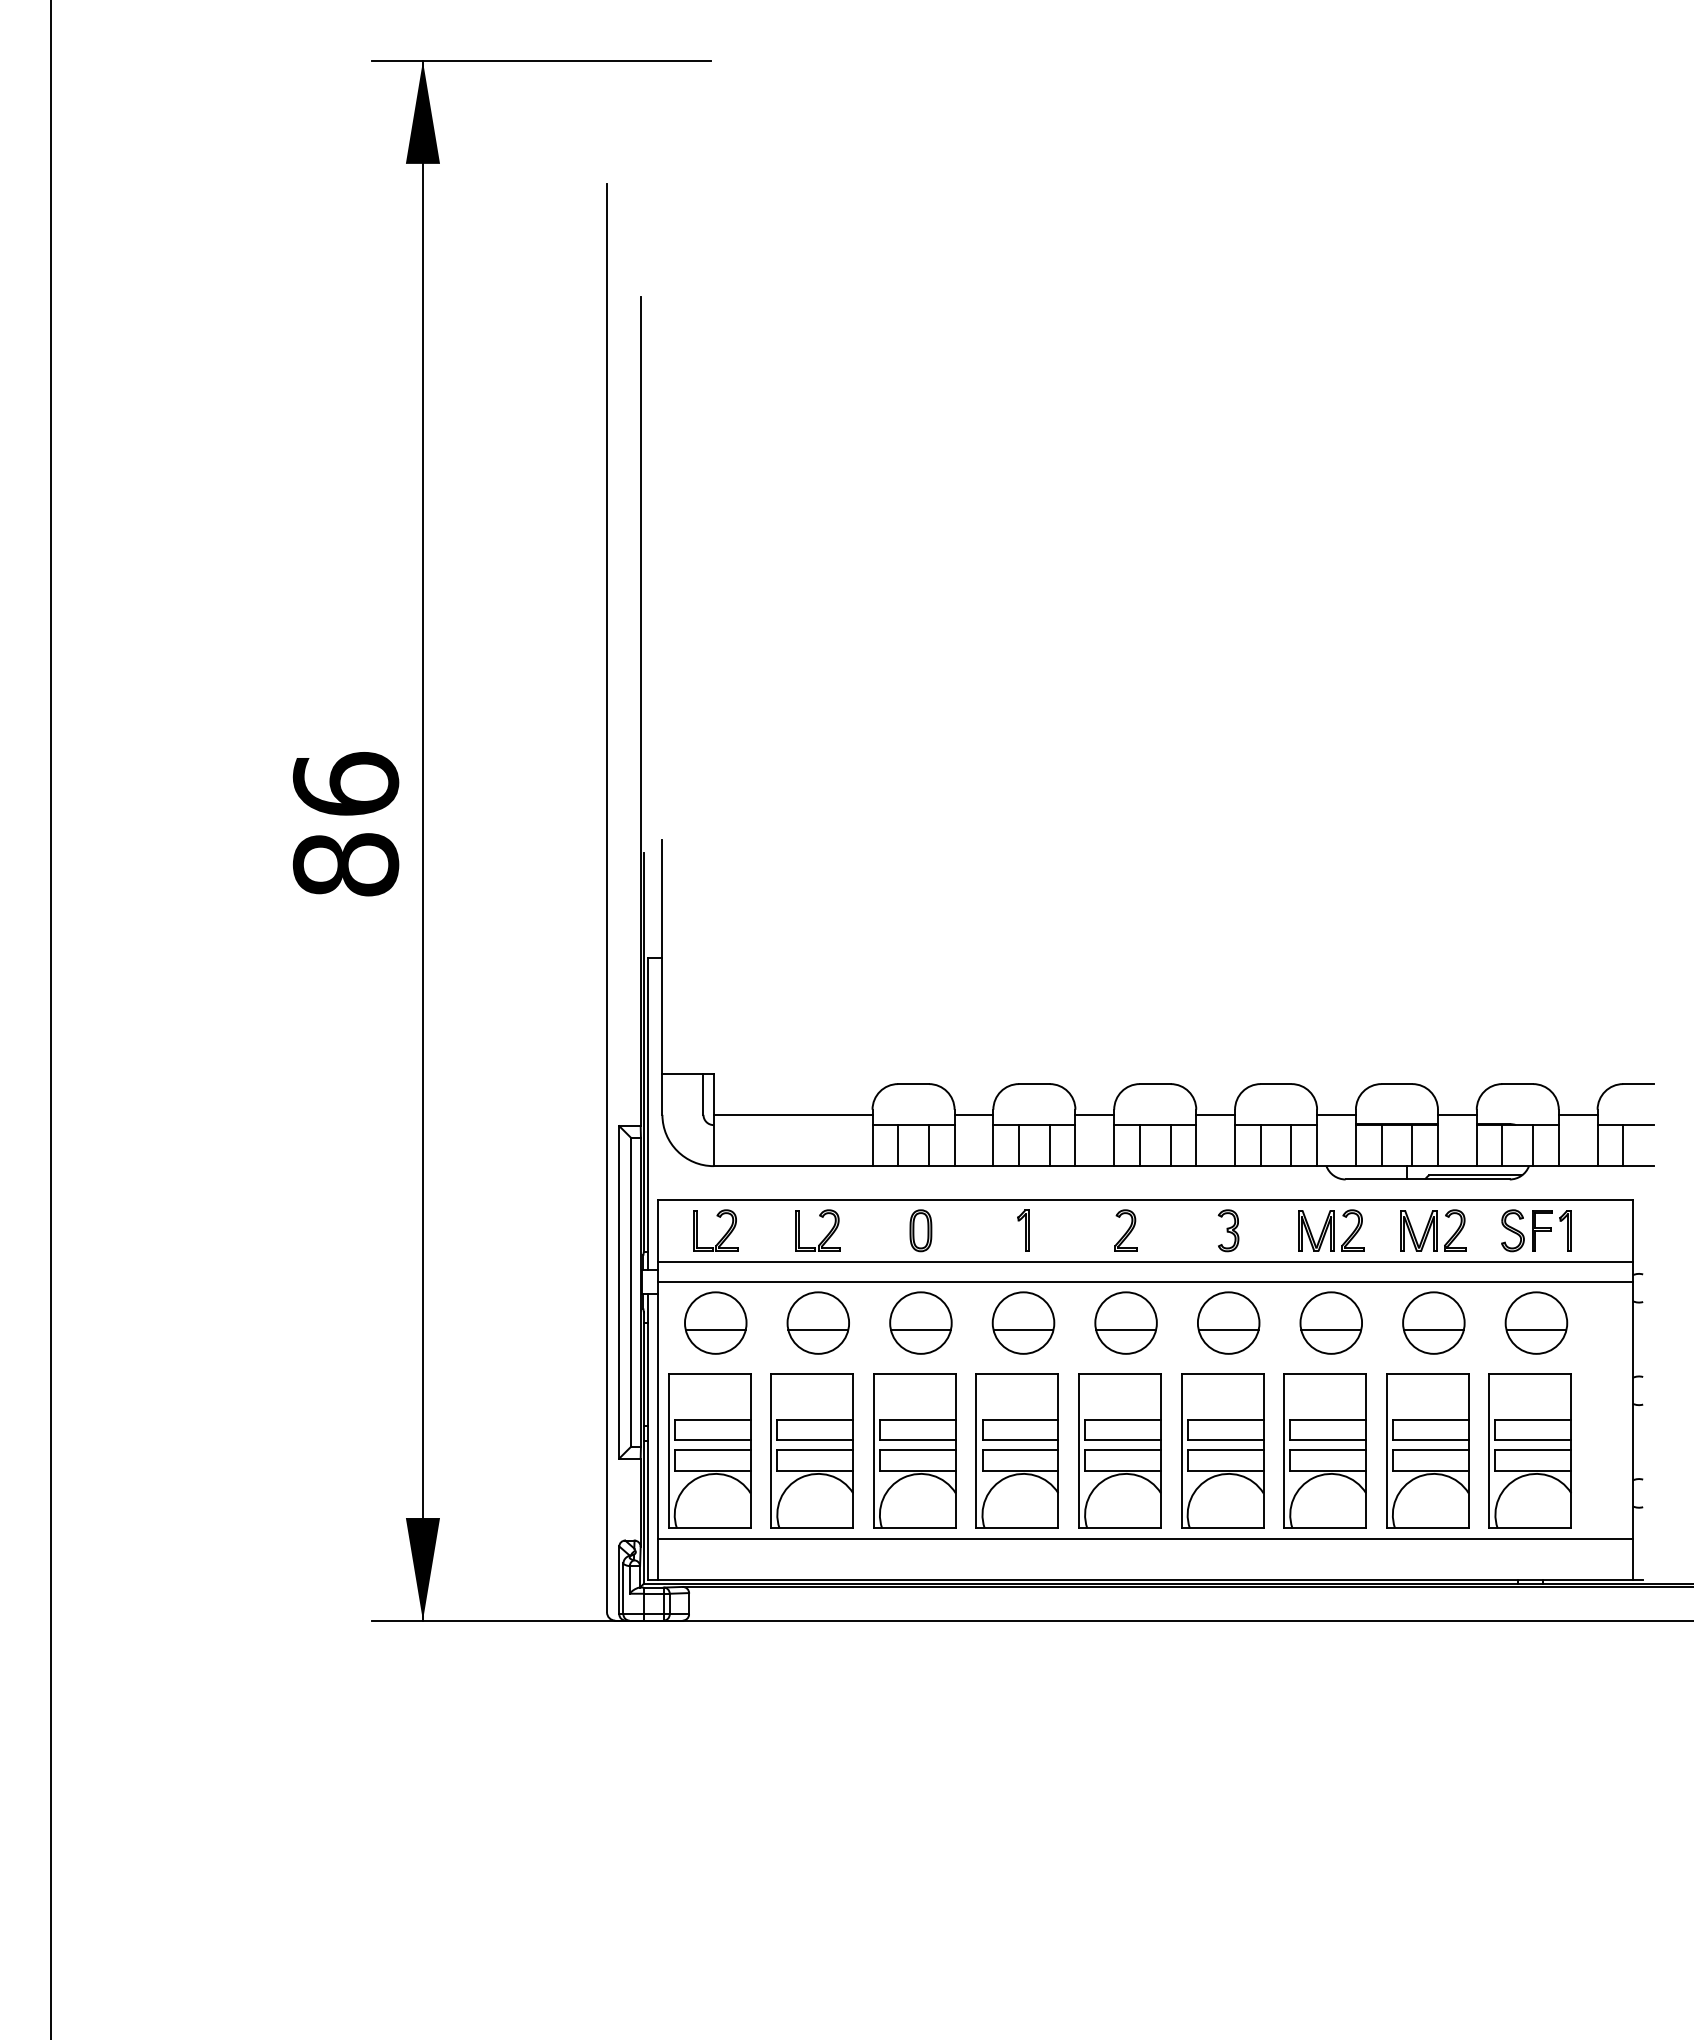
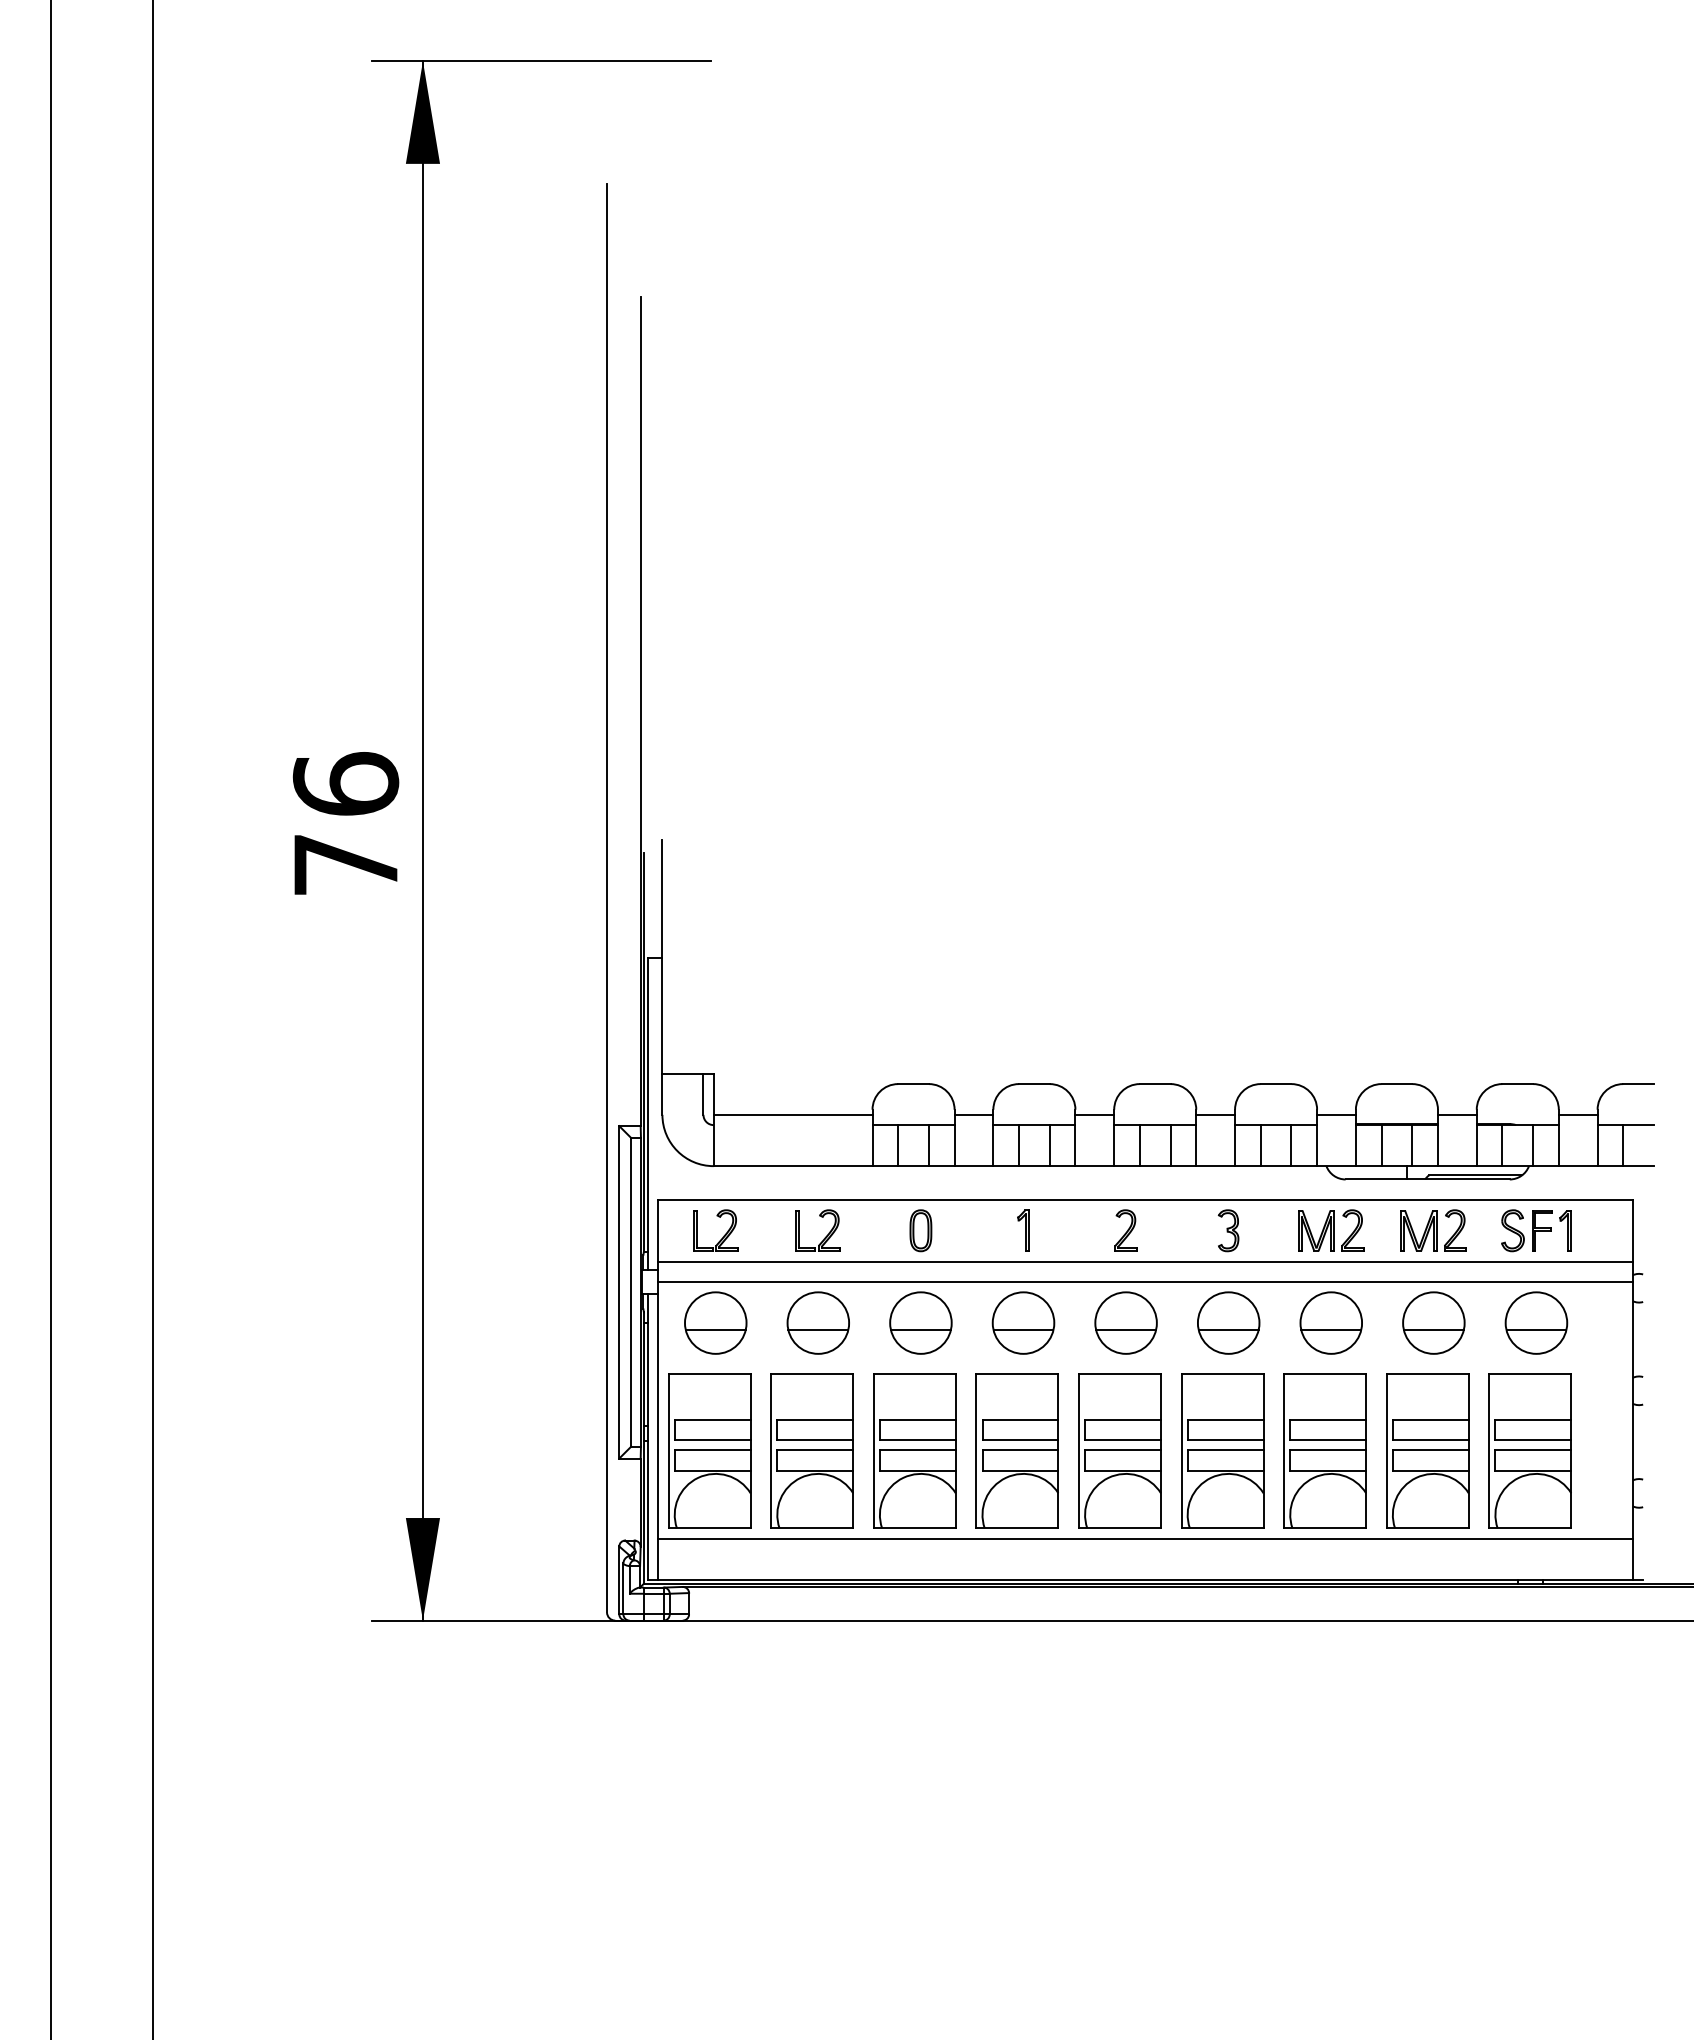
text at (345, 864): 86 -> 76
line at (153, 1019): none -> present
